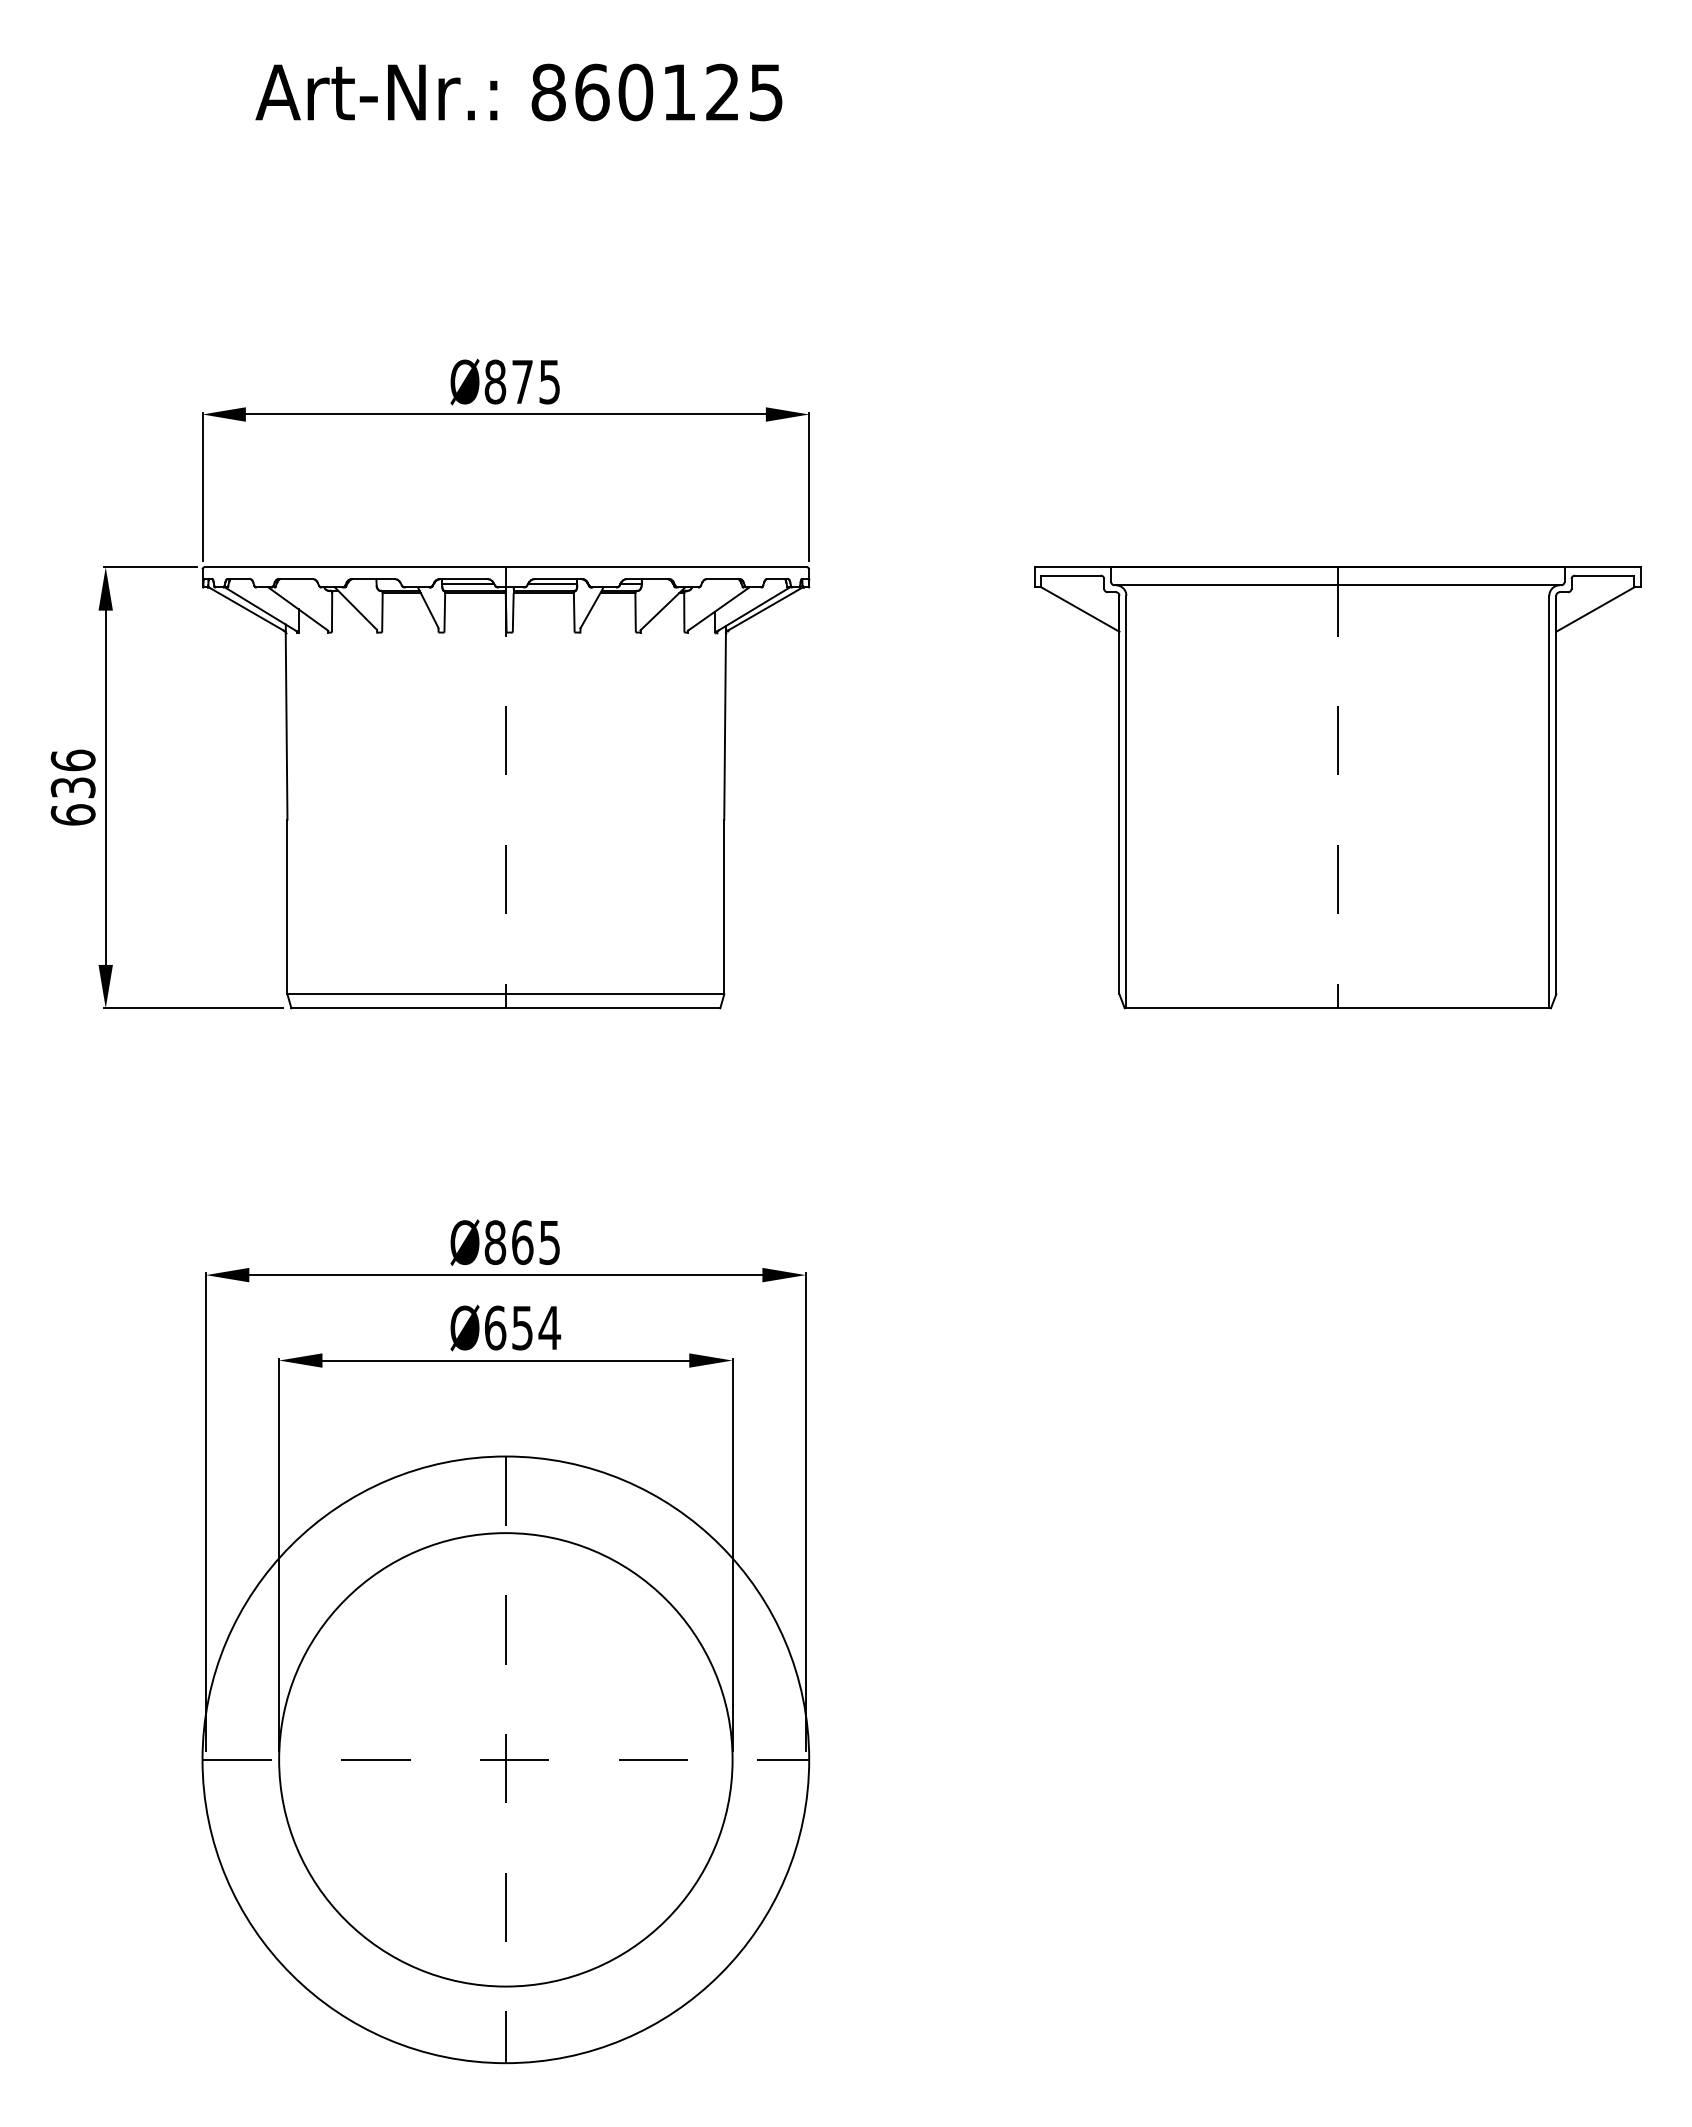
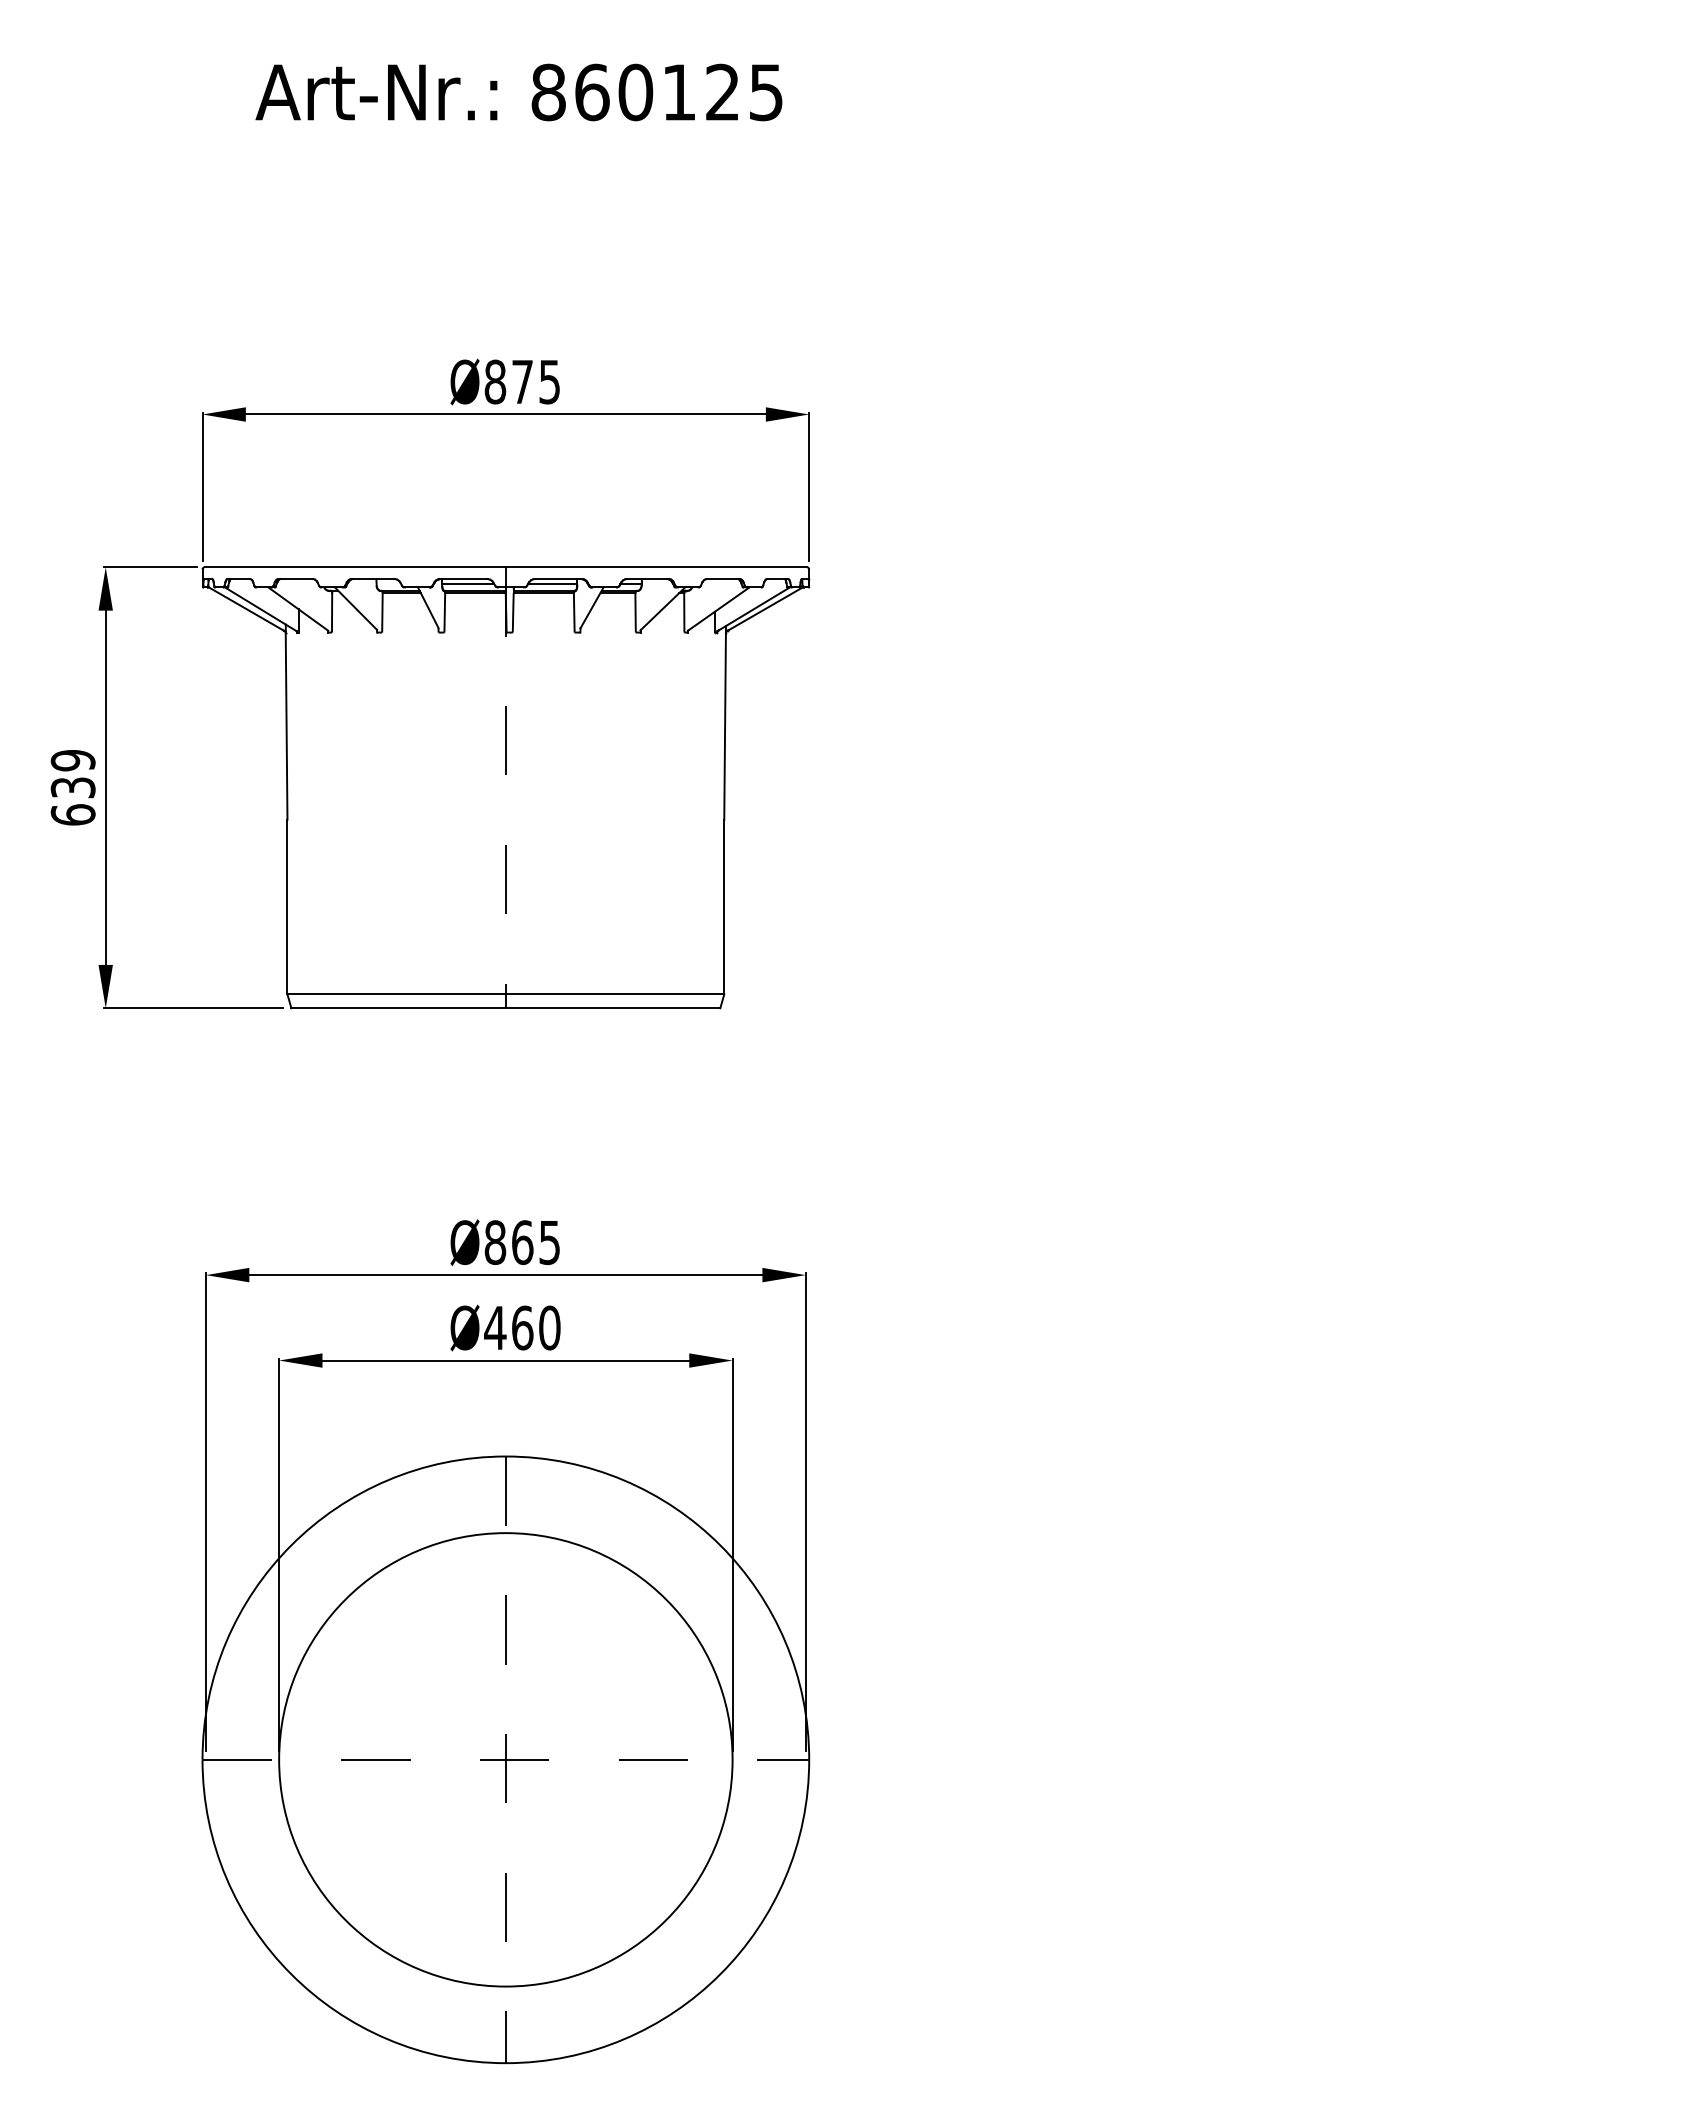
text at (72, 760): 636 -> 639
part at (1337, 787): present -> none
text at (522, 1327): Ø654 -> Ø460
